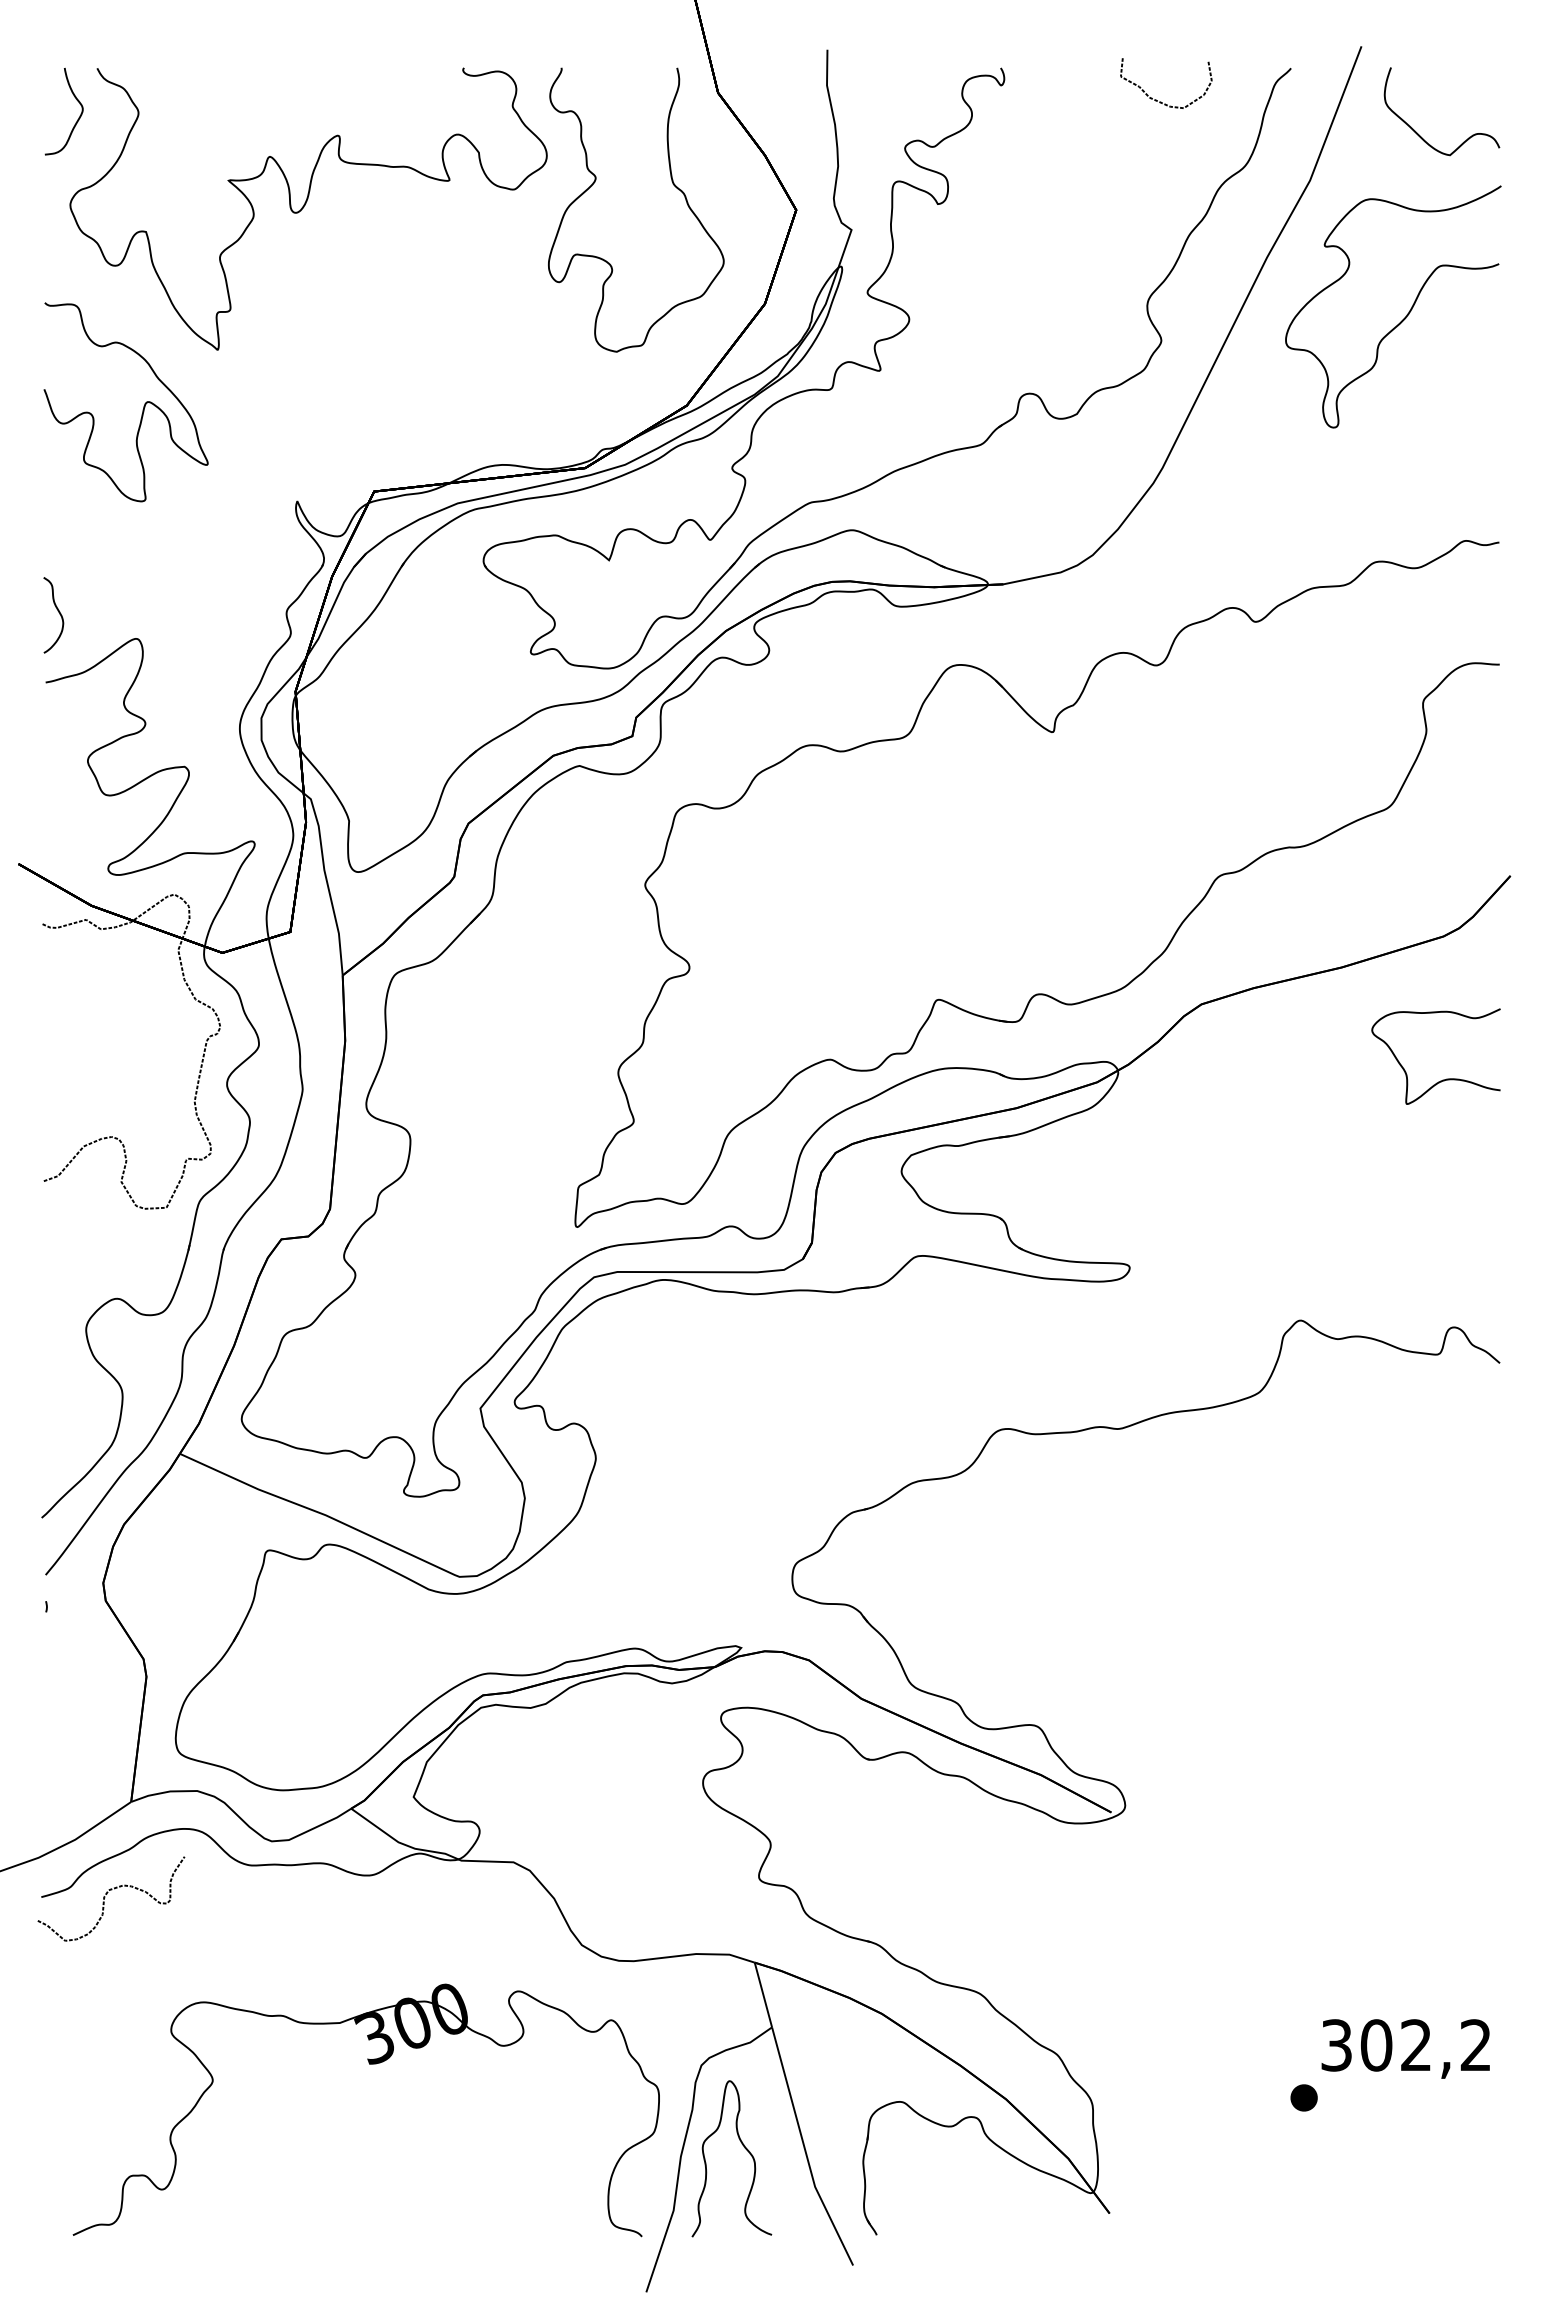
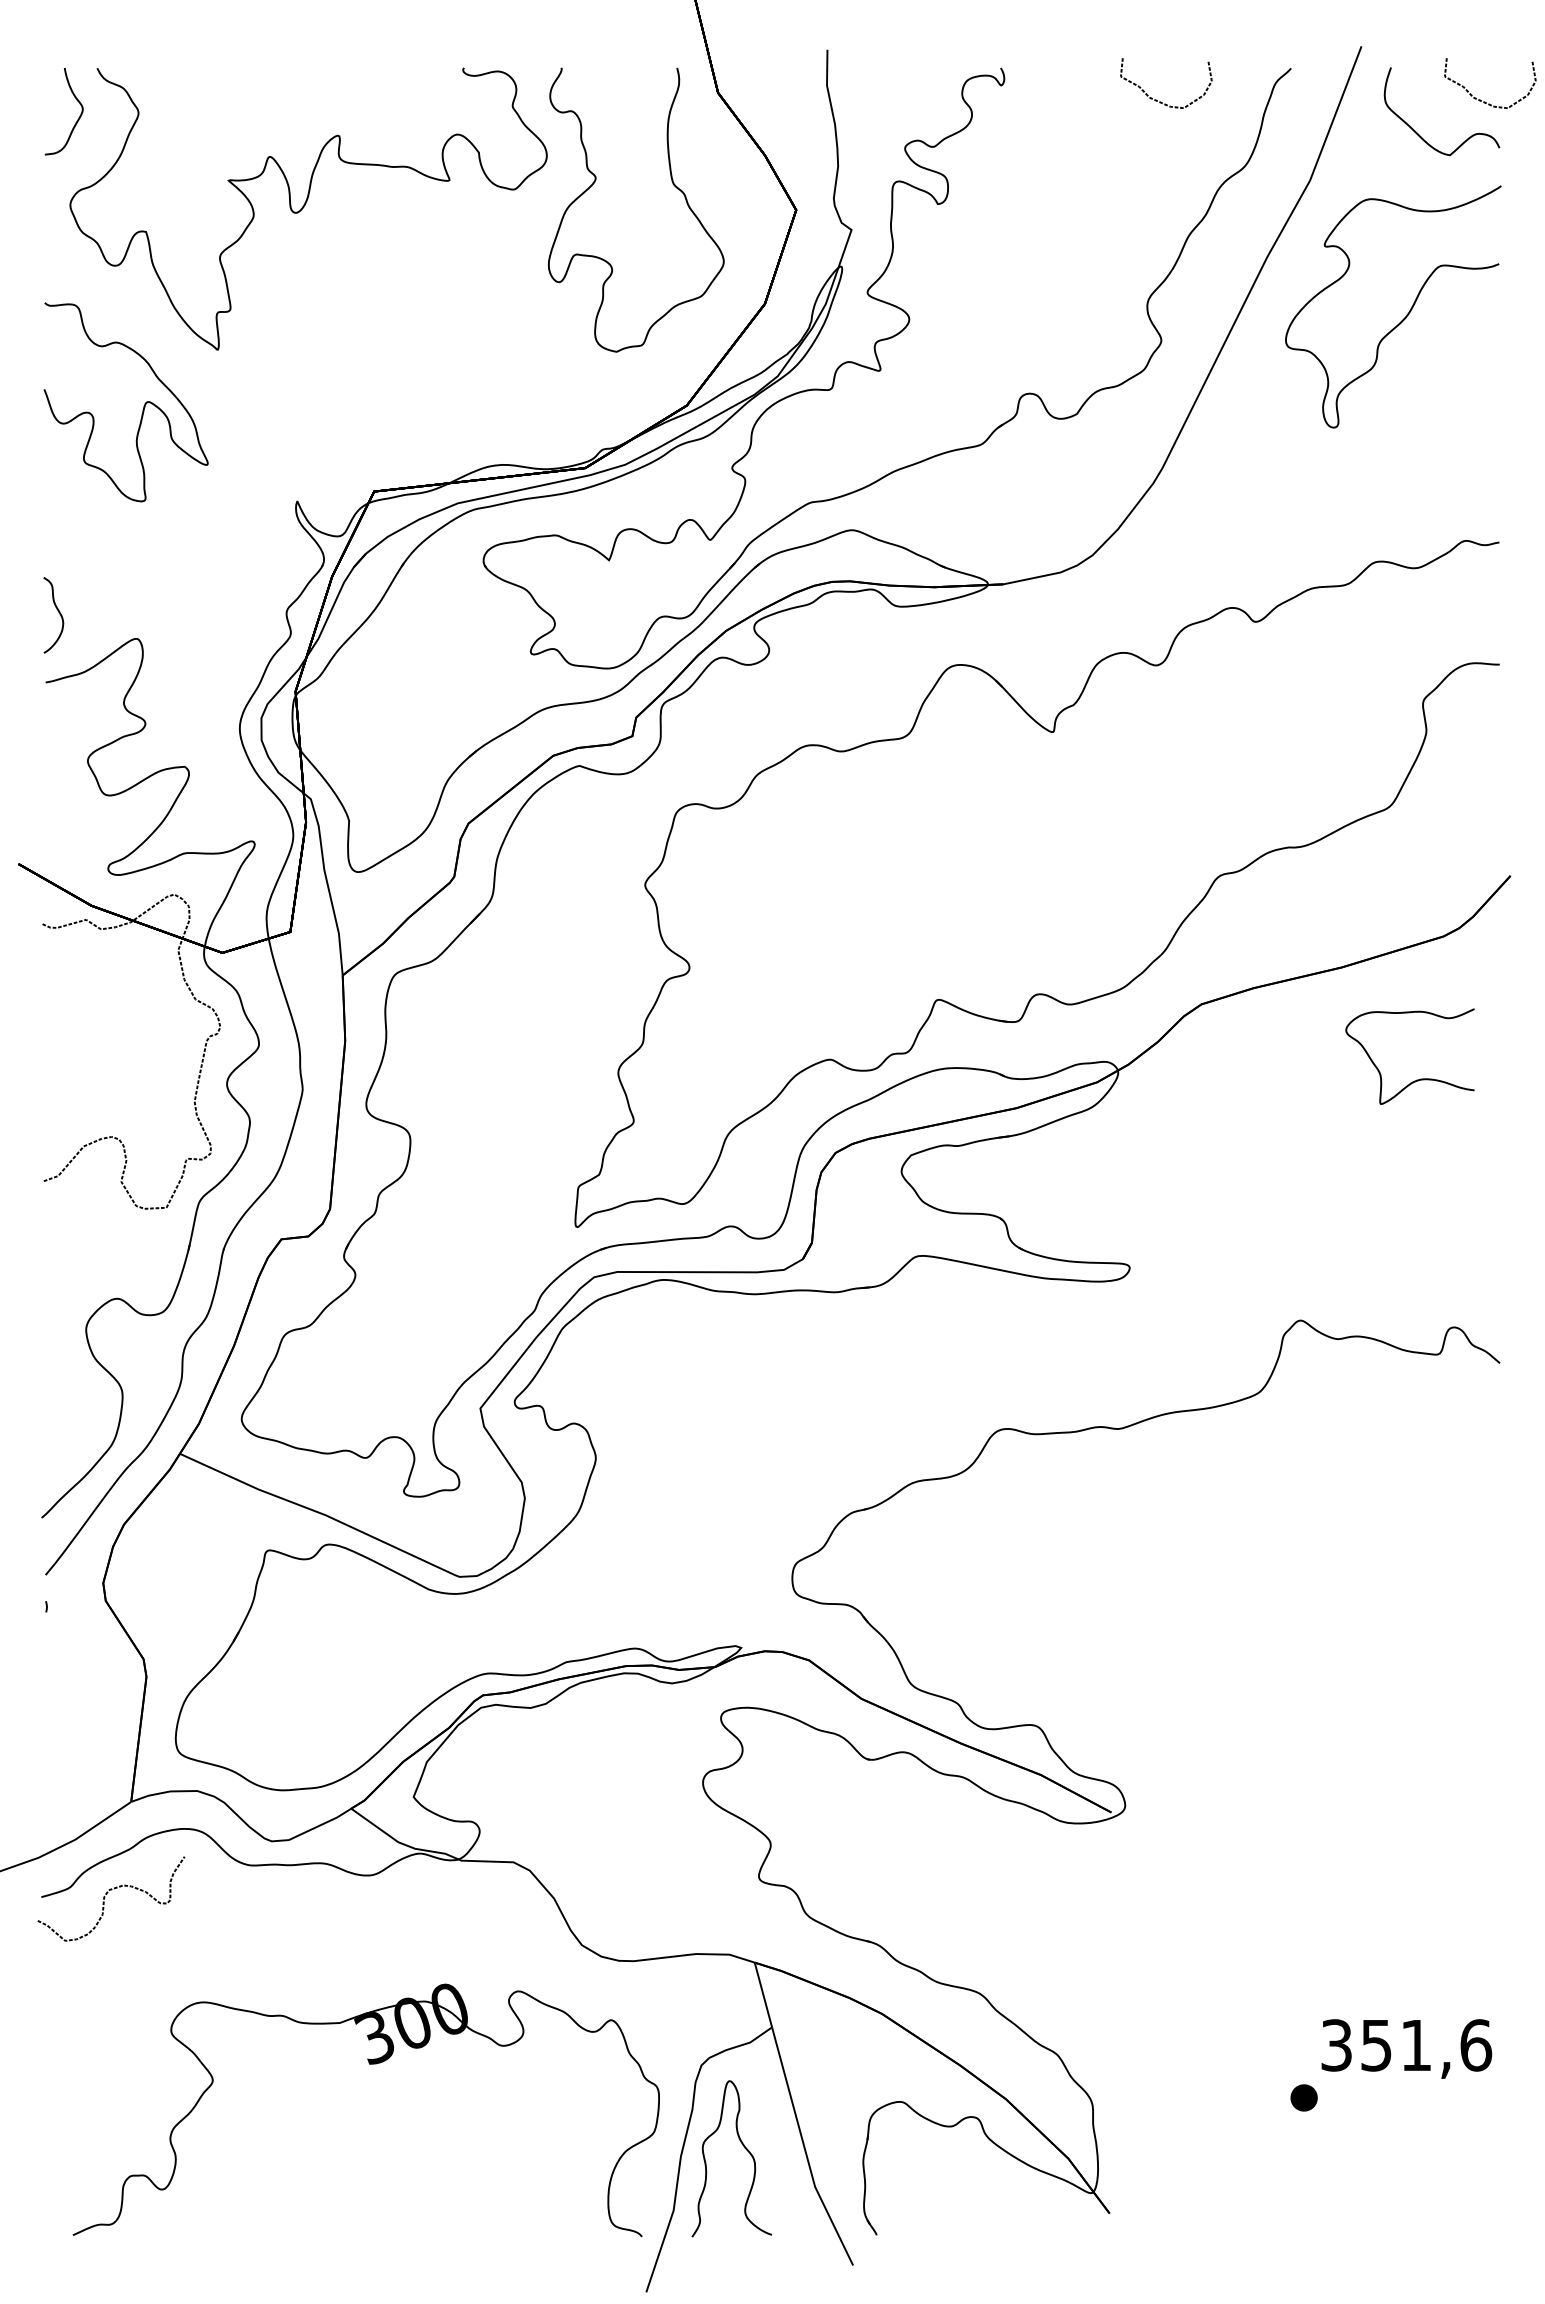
curve at (1485, 101): none -> present
curve at (1442, 1079) position: (1442, 1079) -> (1416, 1079)
text at (1426, 2045): 302,2 -> 351,6
